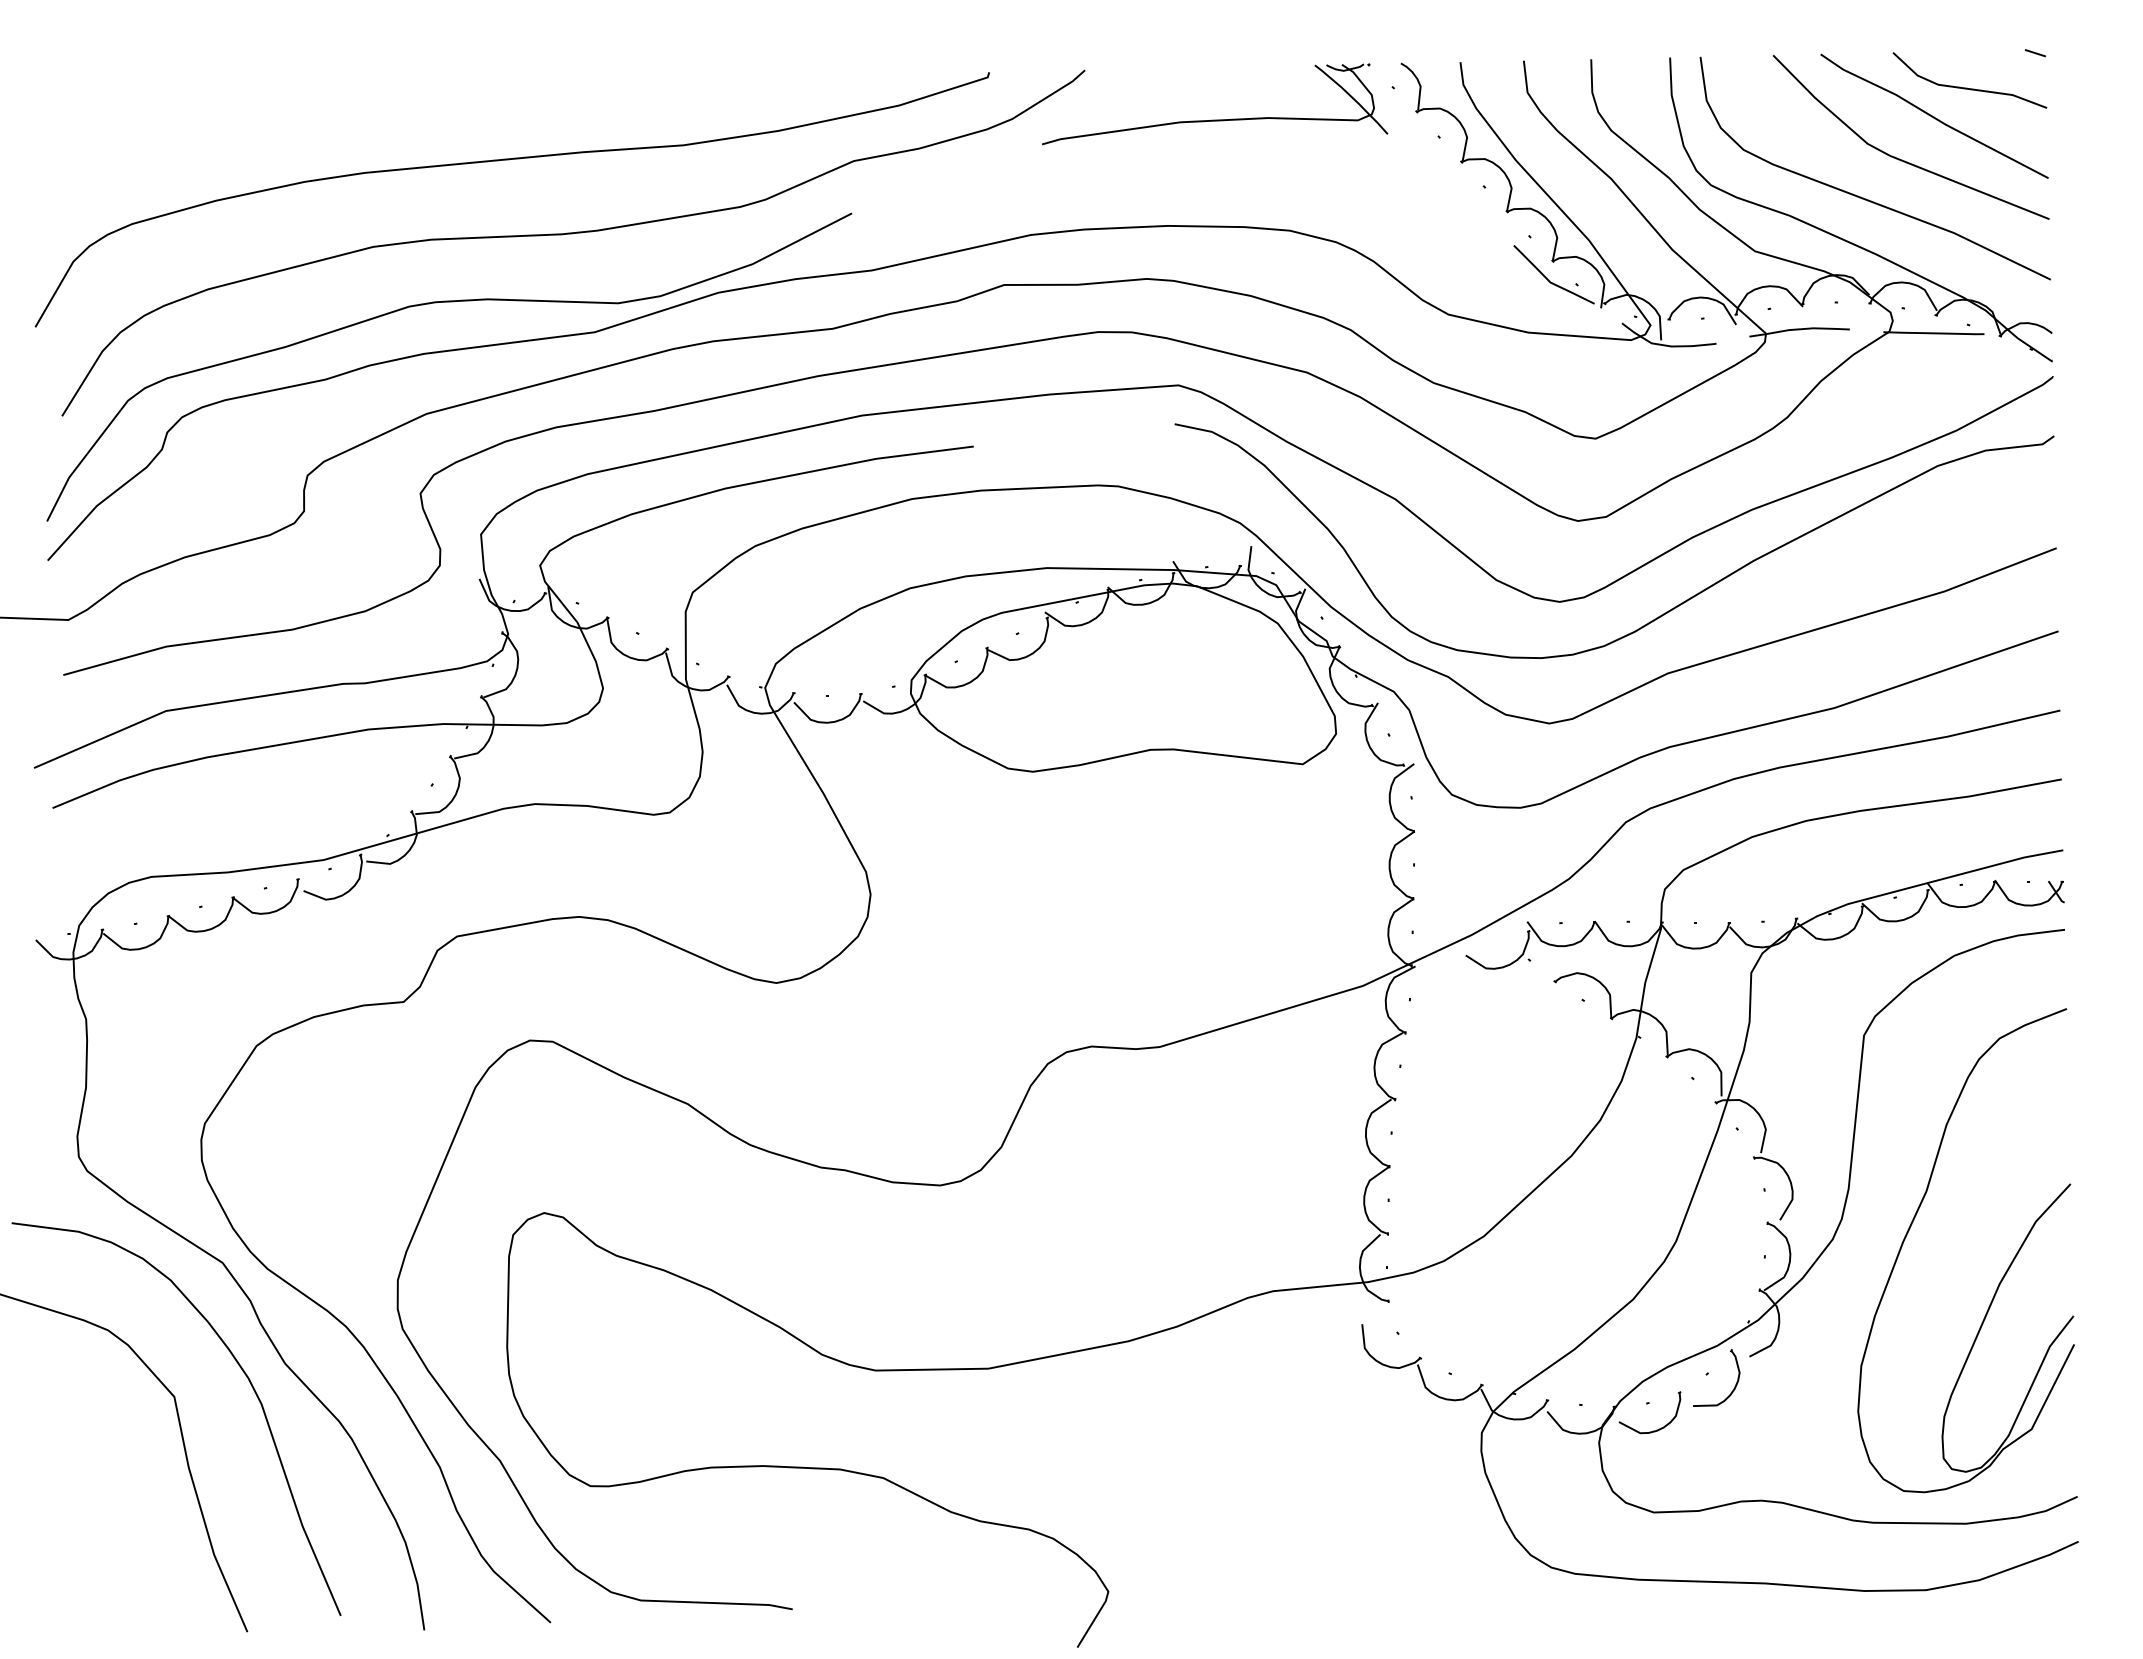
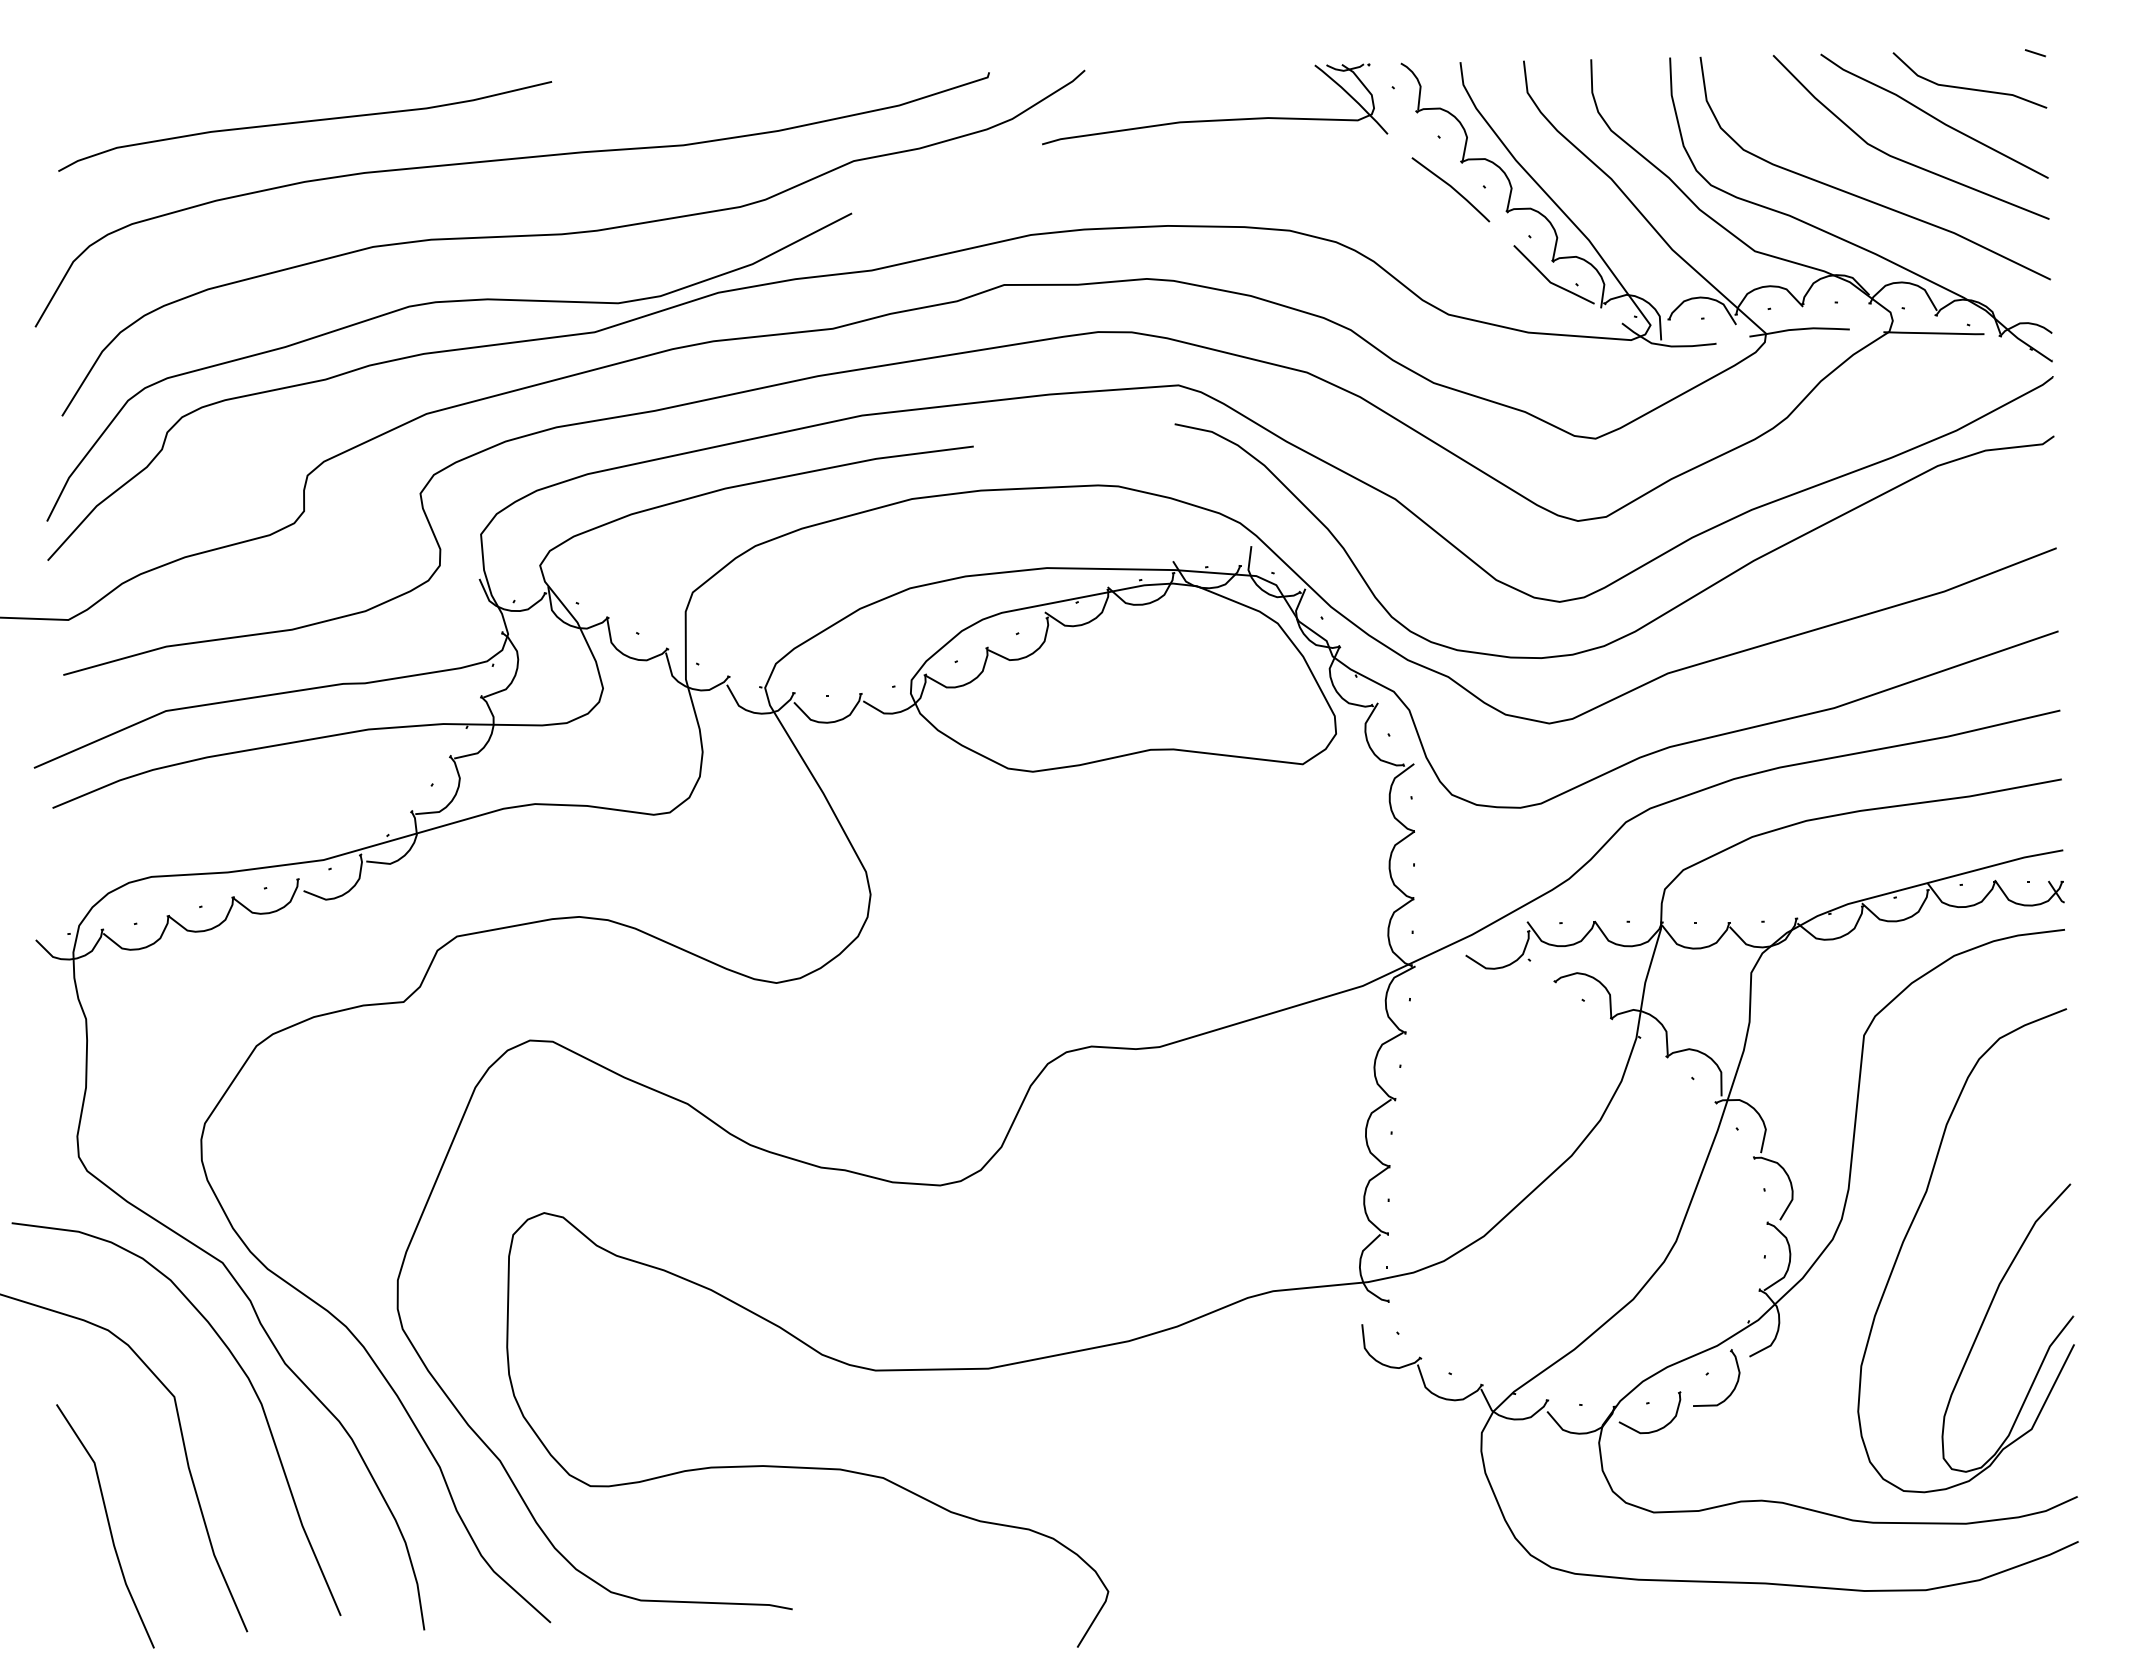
curve at (305, 122): none -> present
curve at (1451, 188): none -> present
line at (108, 1526): none -> present
